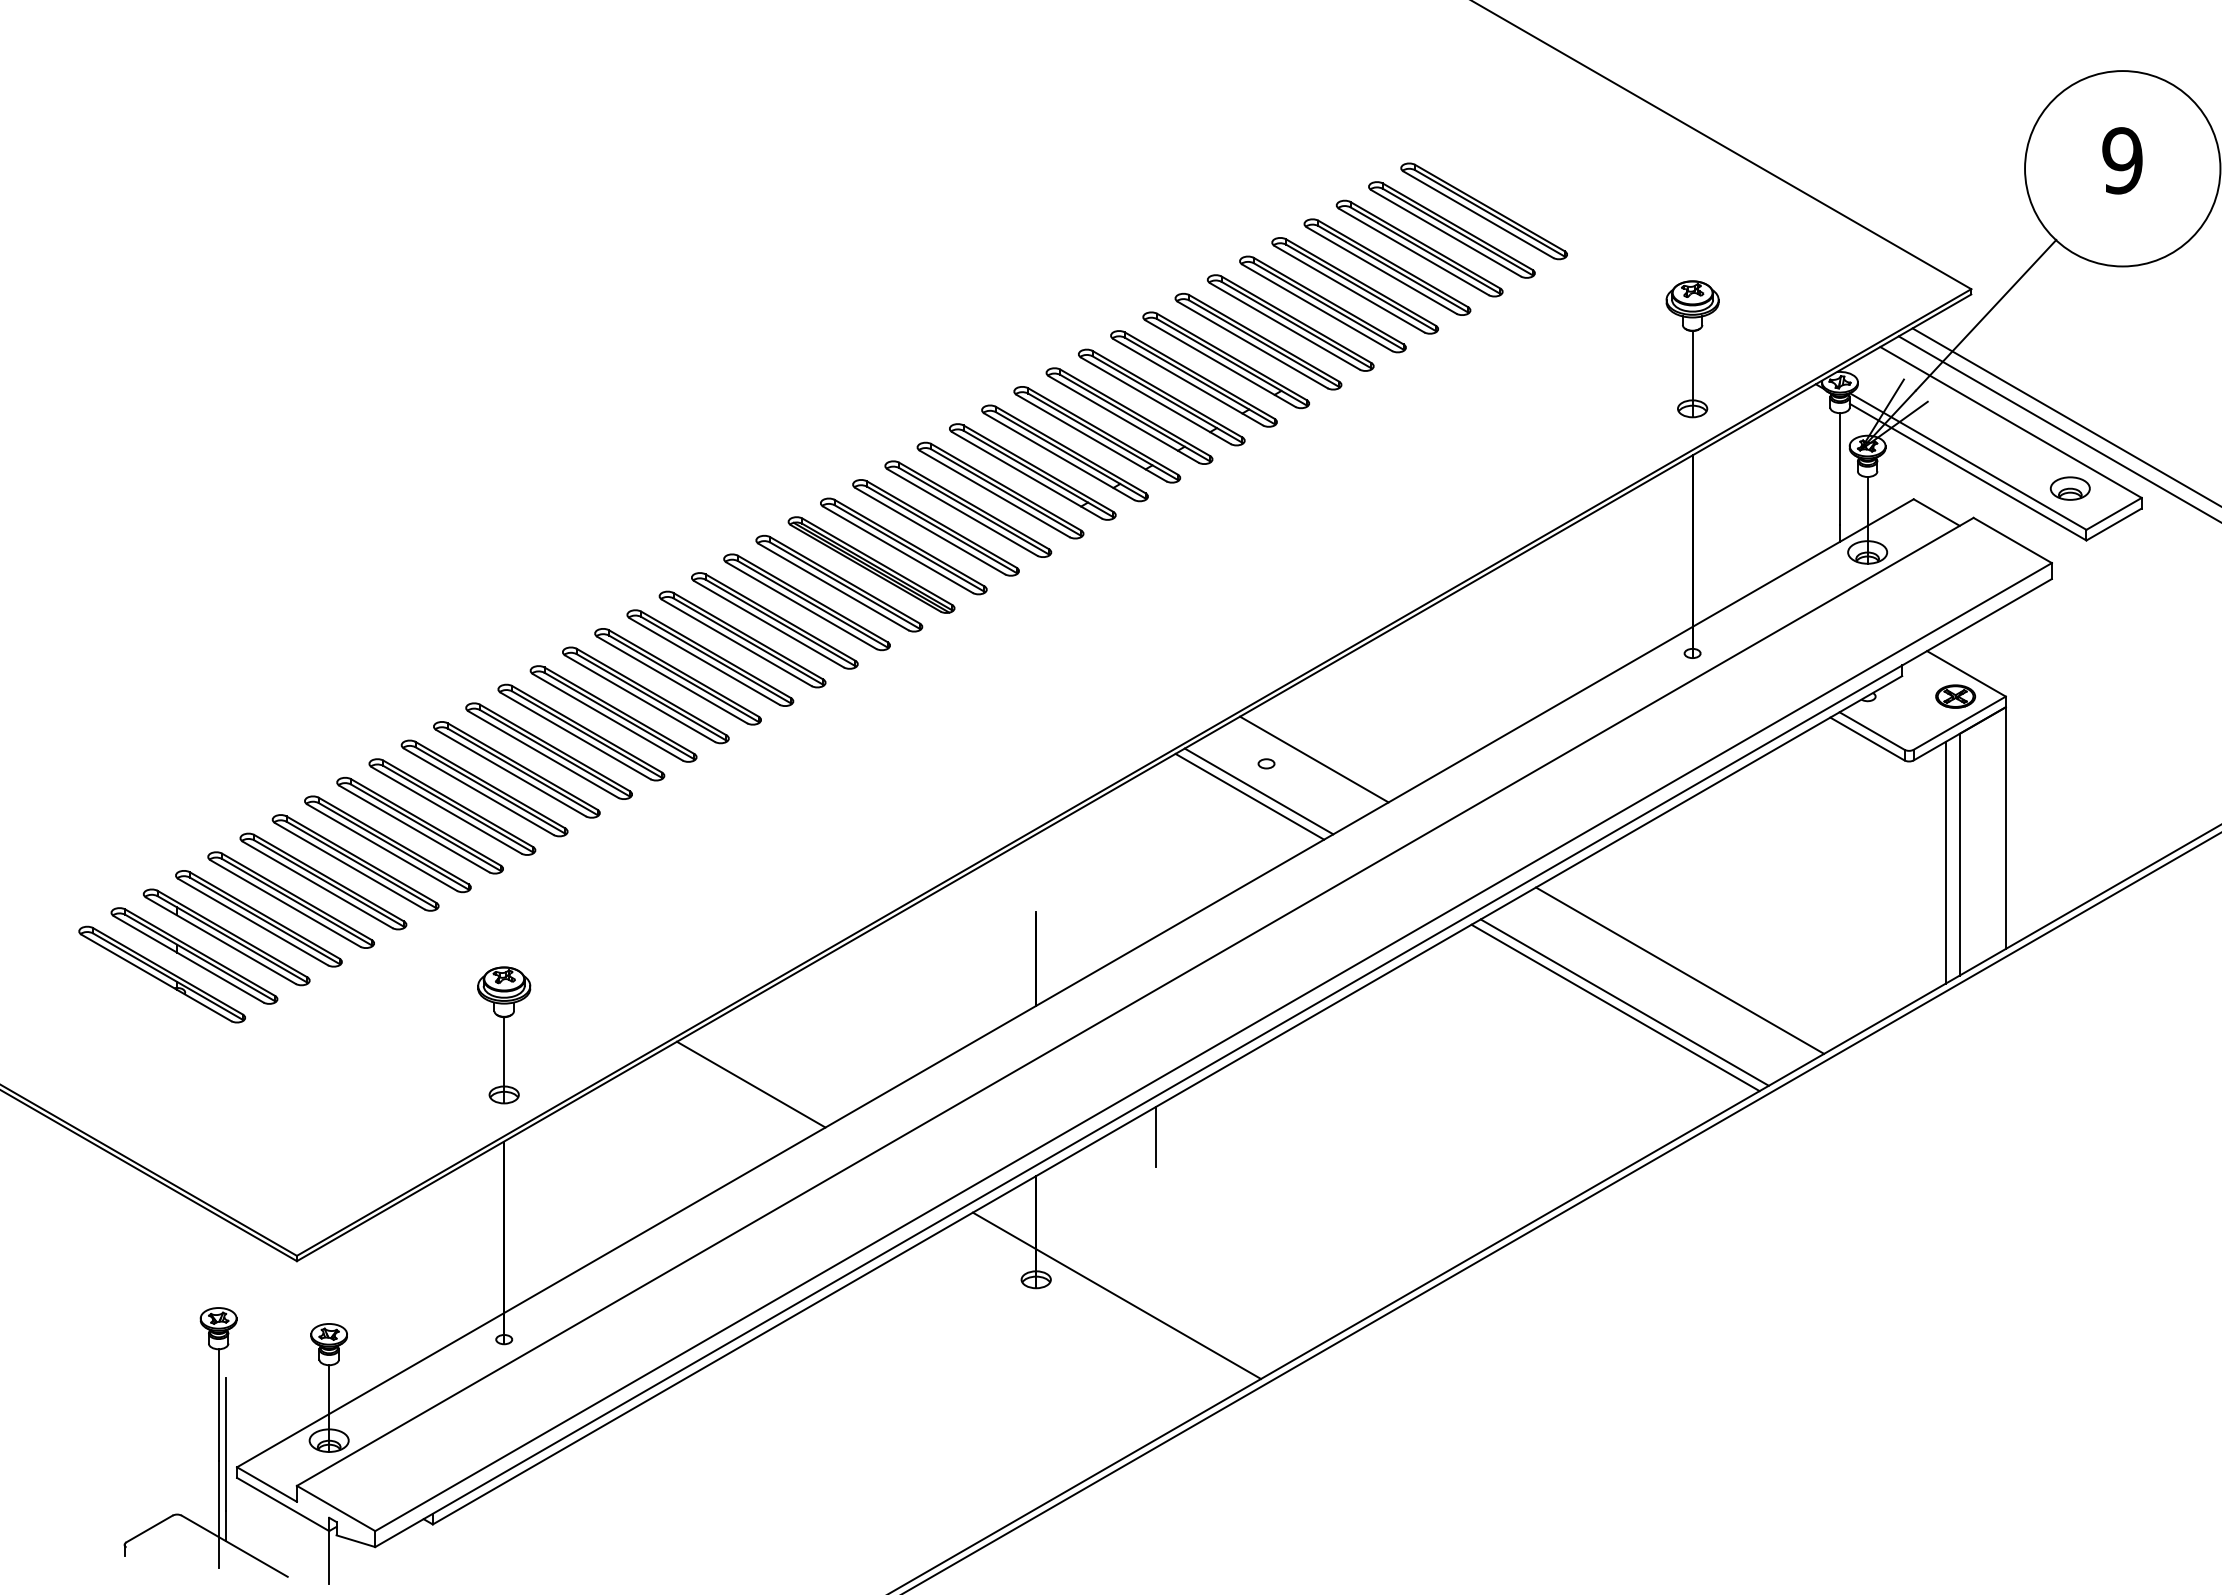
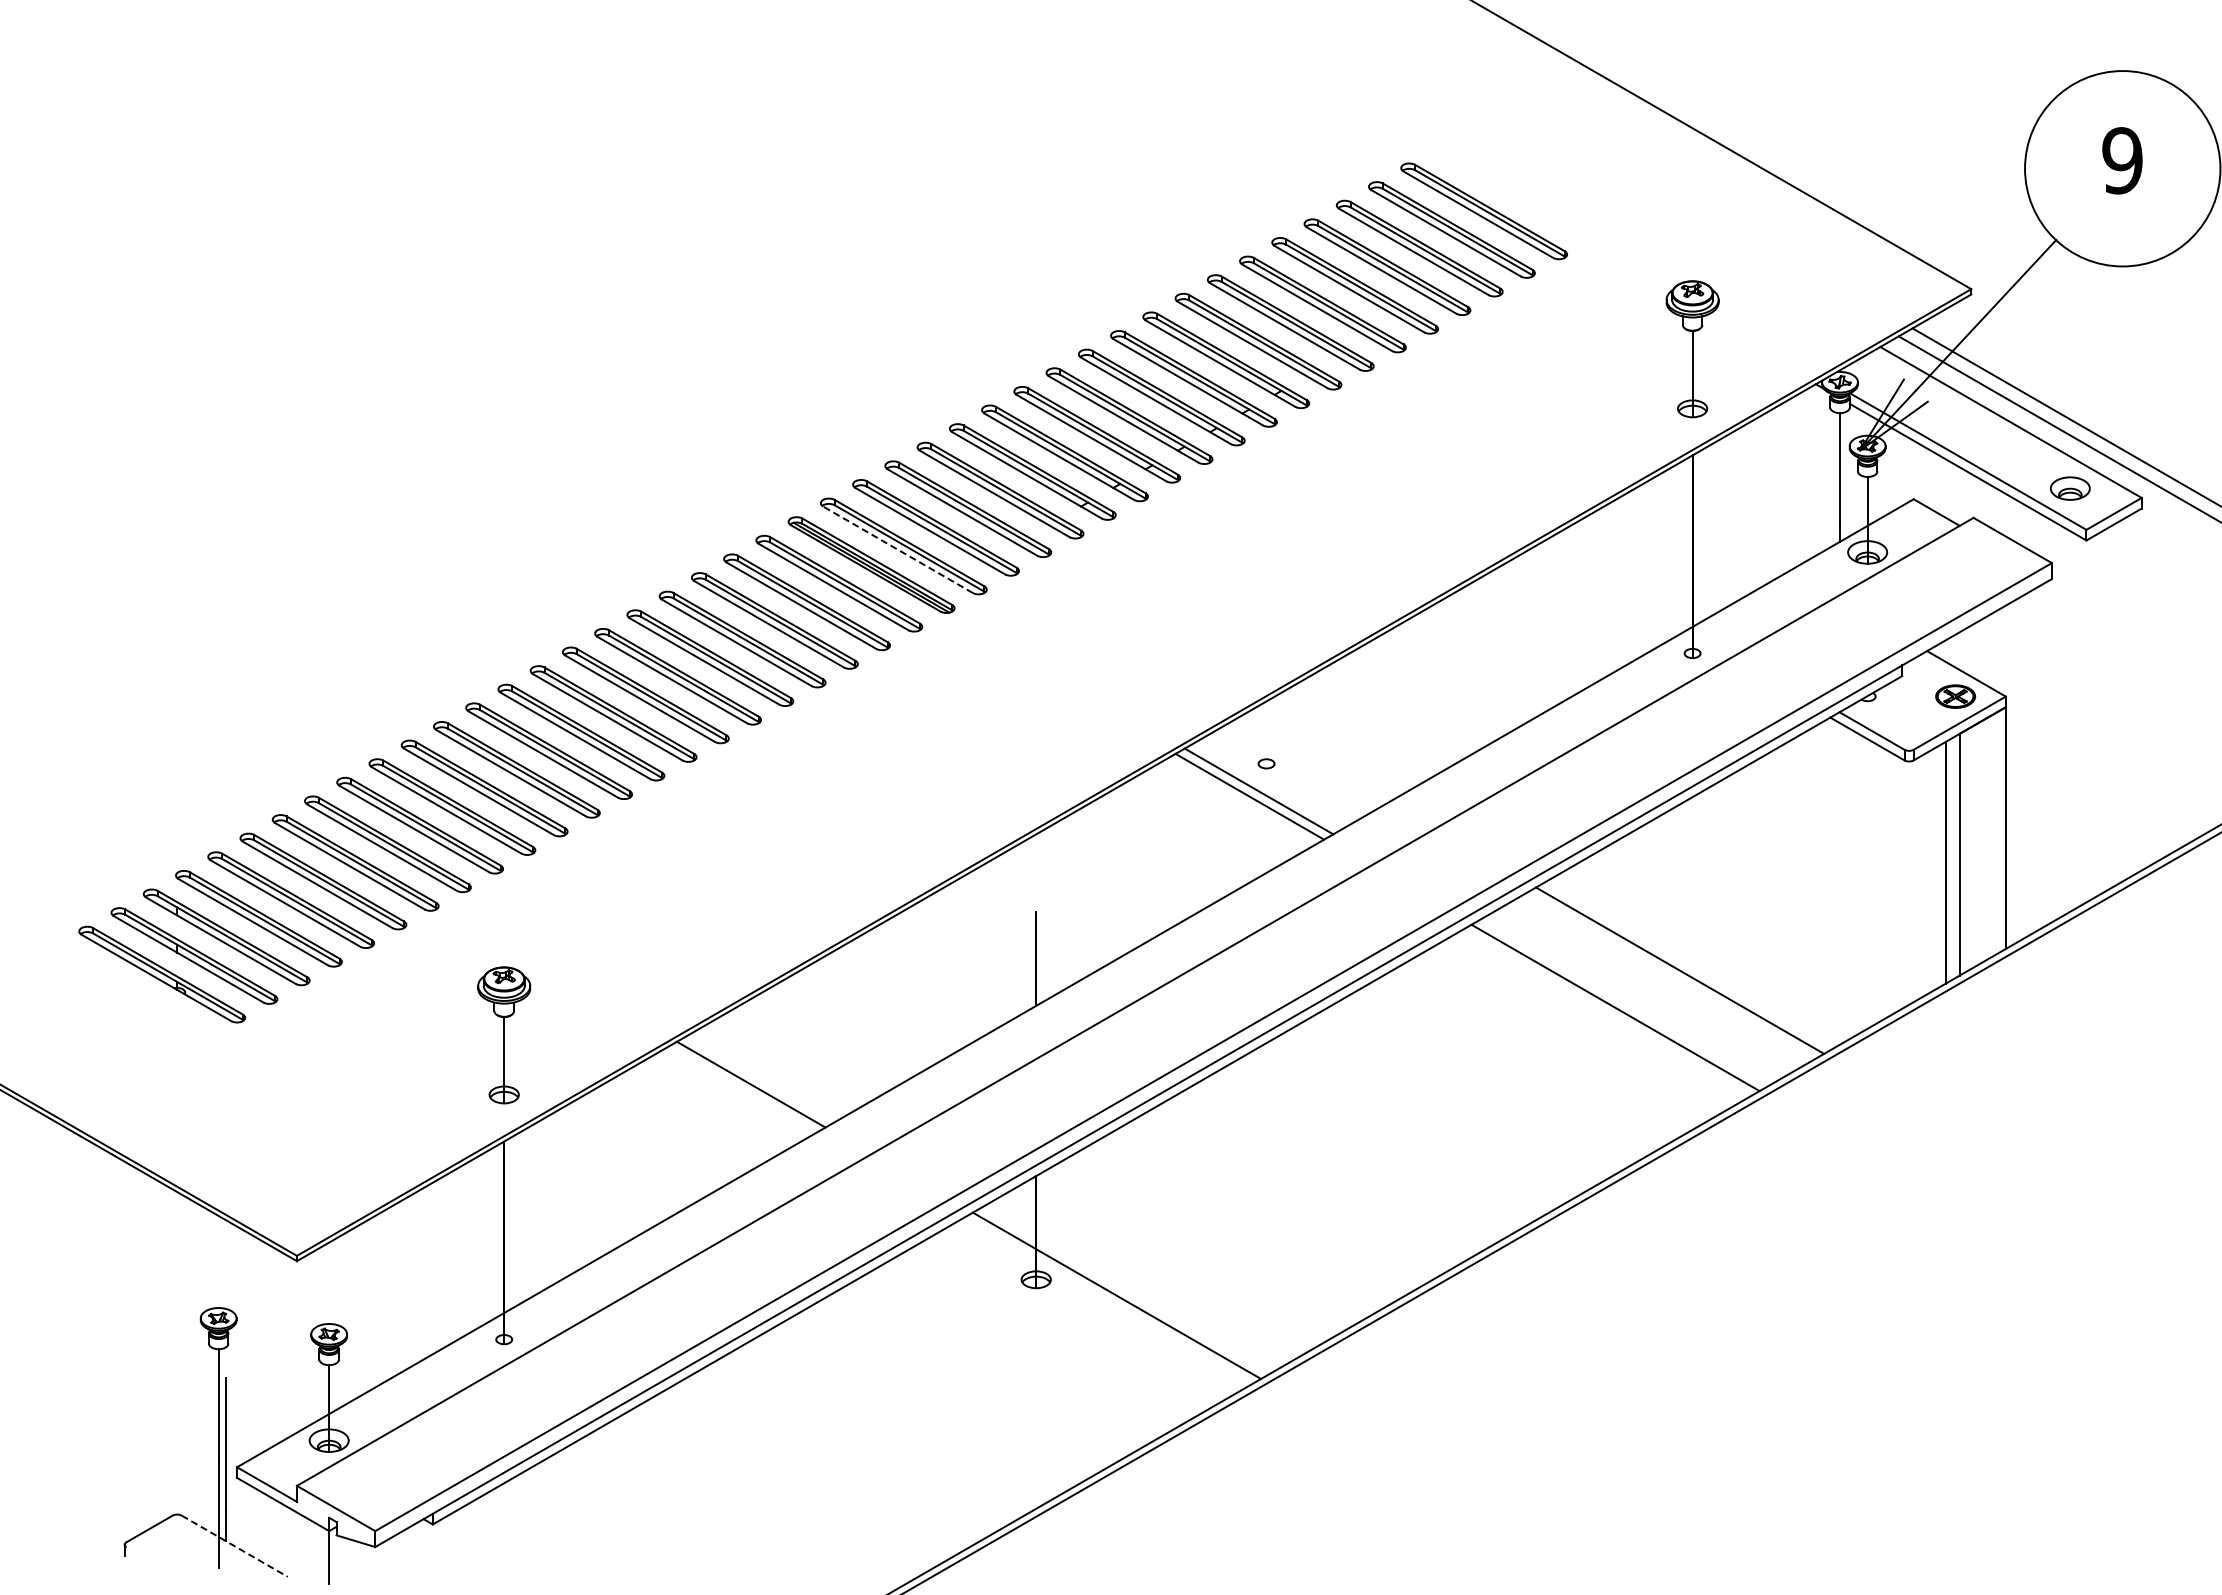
line at (897, 549): solid -> dashed
line at (1314, 759): present -> none
line at (1624, 1002): present -> none
line at (1155, 1136): present -> none
line at (235, 1546): solid -> dashed
